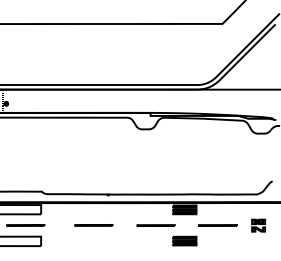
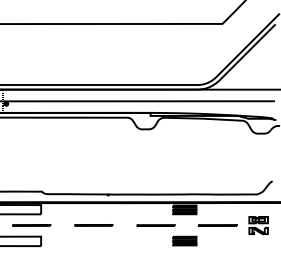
line at (137, 101): none -> present
line at (25, 225) position: (25, 225) -> (31, 225)
part at (258, 225) size: 15x15 px -> 21x20 px
